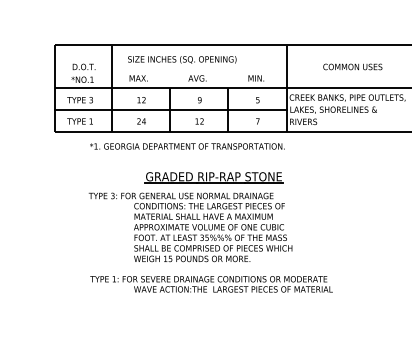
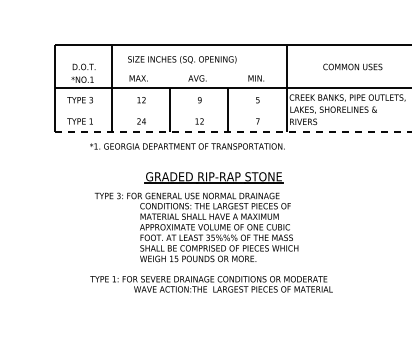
line at (170, 109): present -> none
line at (233, 131): solid -> dashed
text at (190, 227) position: (190, 227) -> (196, 227)
